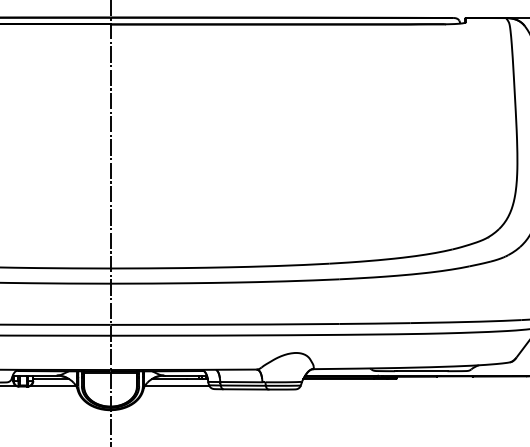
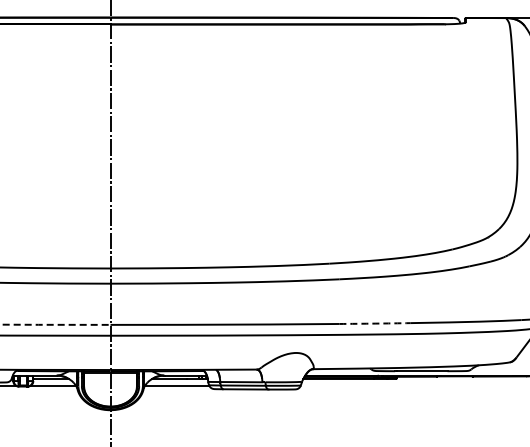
arc at (375, 323): solid -> dashed
line at (55, 324): solid -> dashed
